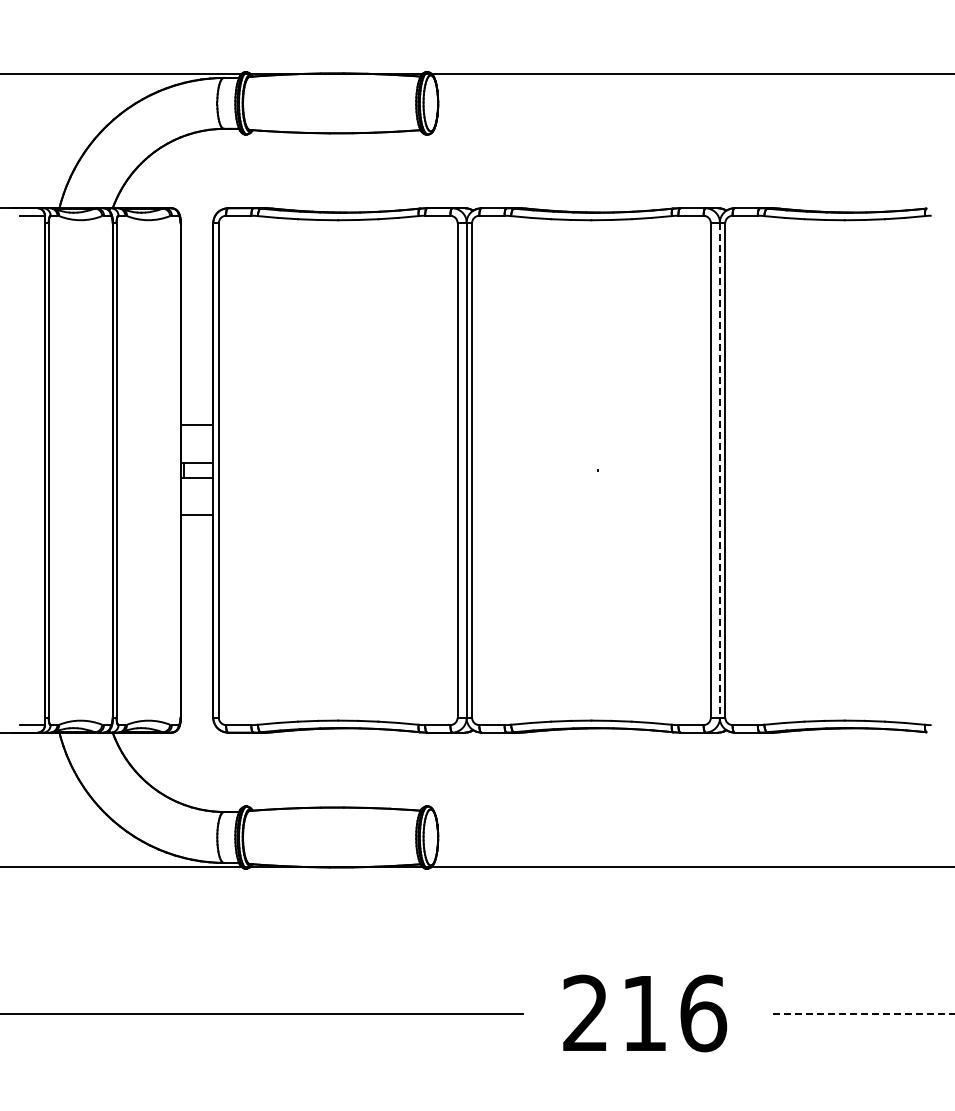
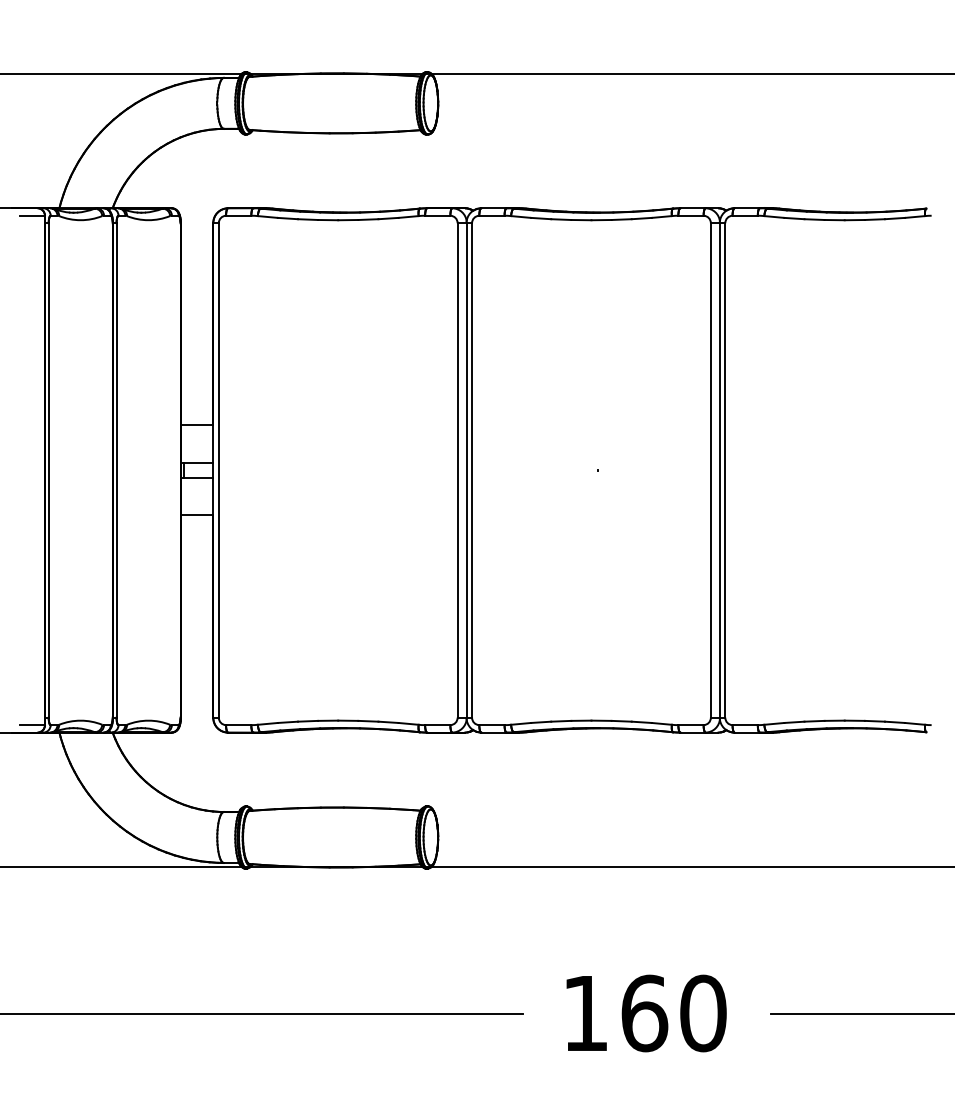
line at (719, 470): dashed -> solid
text at (645, 1013): 216 -> 160
line at (862, 1014): dashed -> solid
